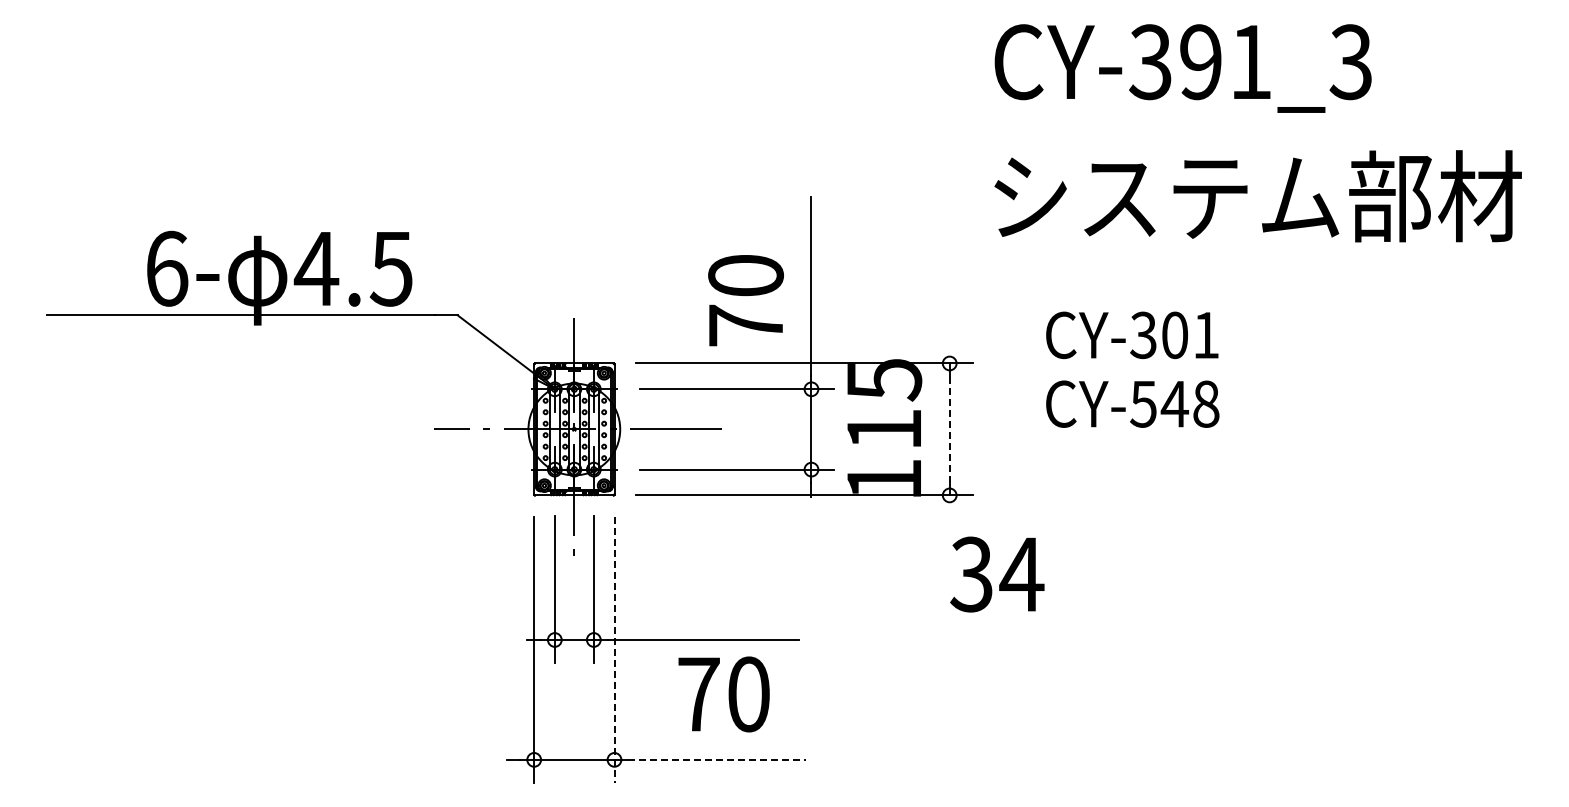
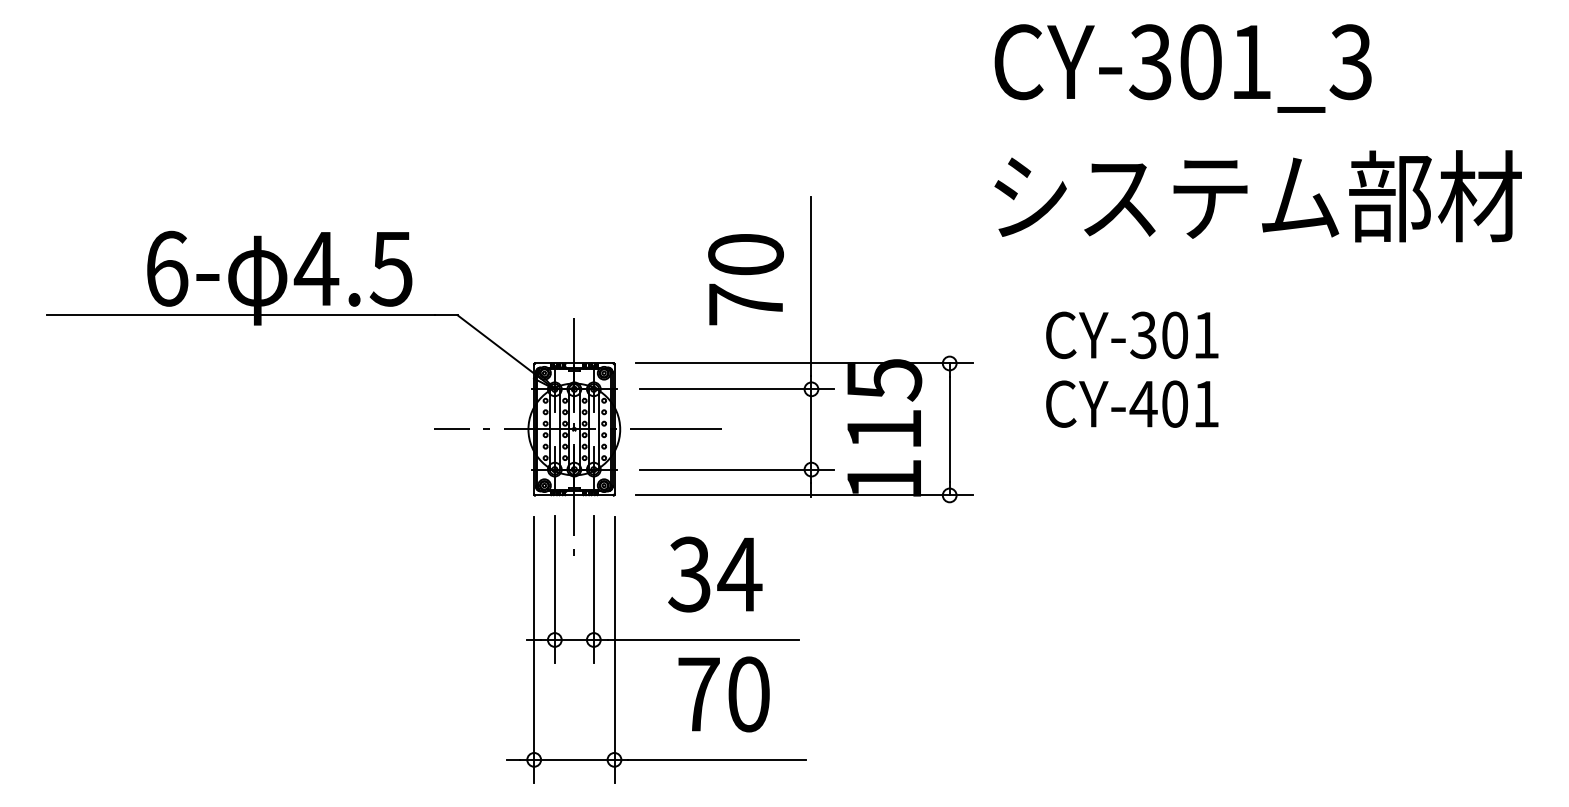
text at (1200, 62): CY-391_3 -> CY-301_3
text at (745, 300) position: (745, 300) -> (745, 279)
text at (1174, 403): CY-548 -> CY-401
line at (949, 429): dashed -> solid
text at (997, 574) position: (997, 574) -> (715, 574)
line at (614, 650): dashed -> solid
line at (717, 759): dashed -> solid
